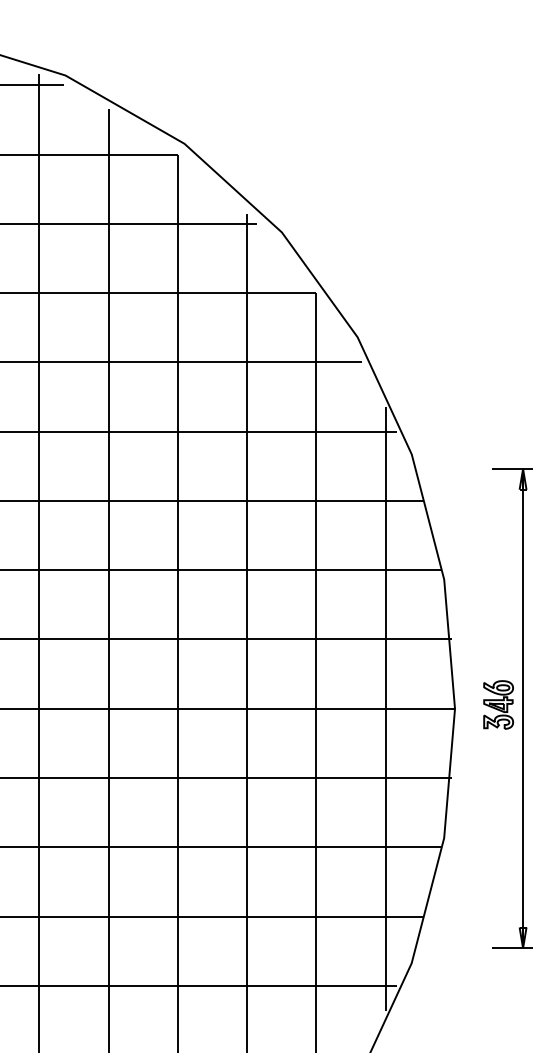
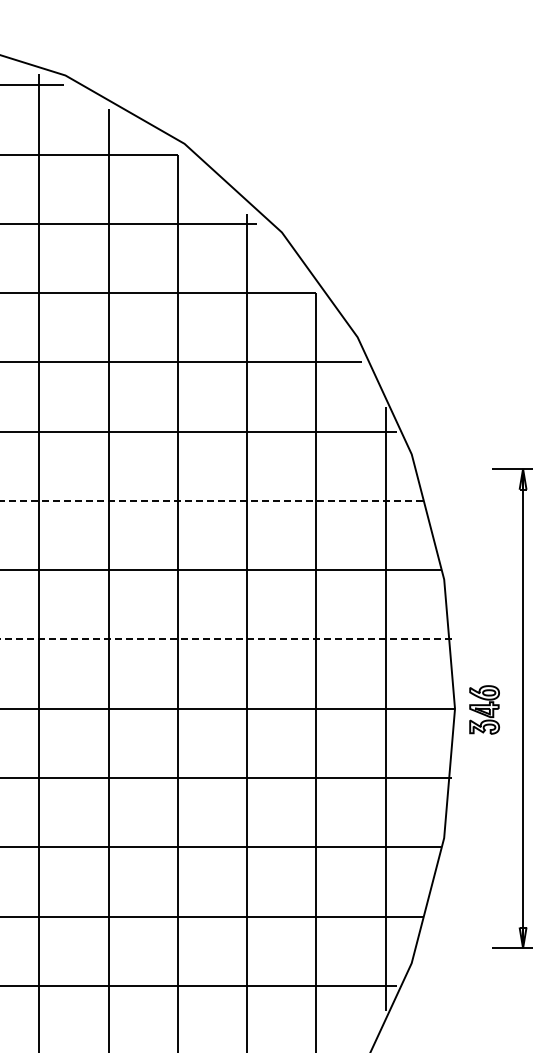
line at (211, 500): solid -> dashed
line at (225, 639): solid -> dashed
part at (498, 704) position: (498, 704) -> (484, 709)
